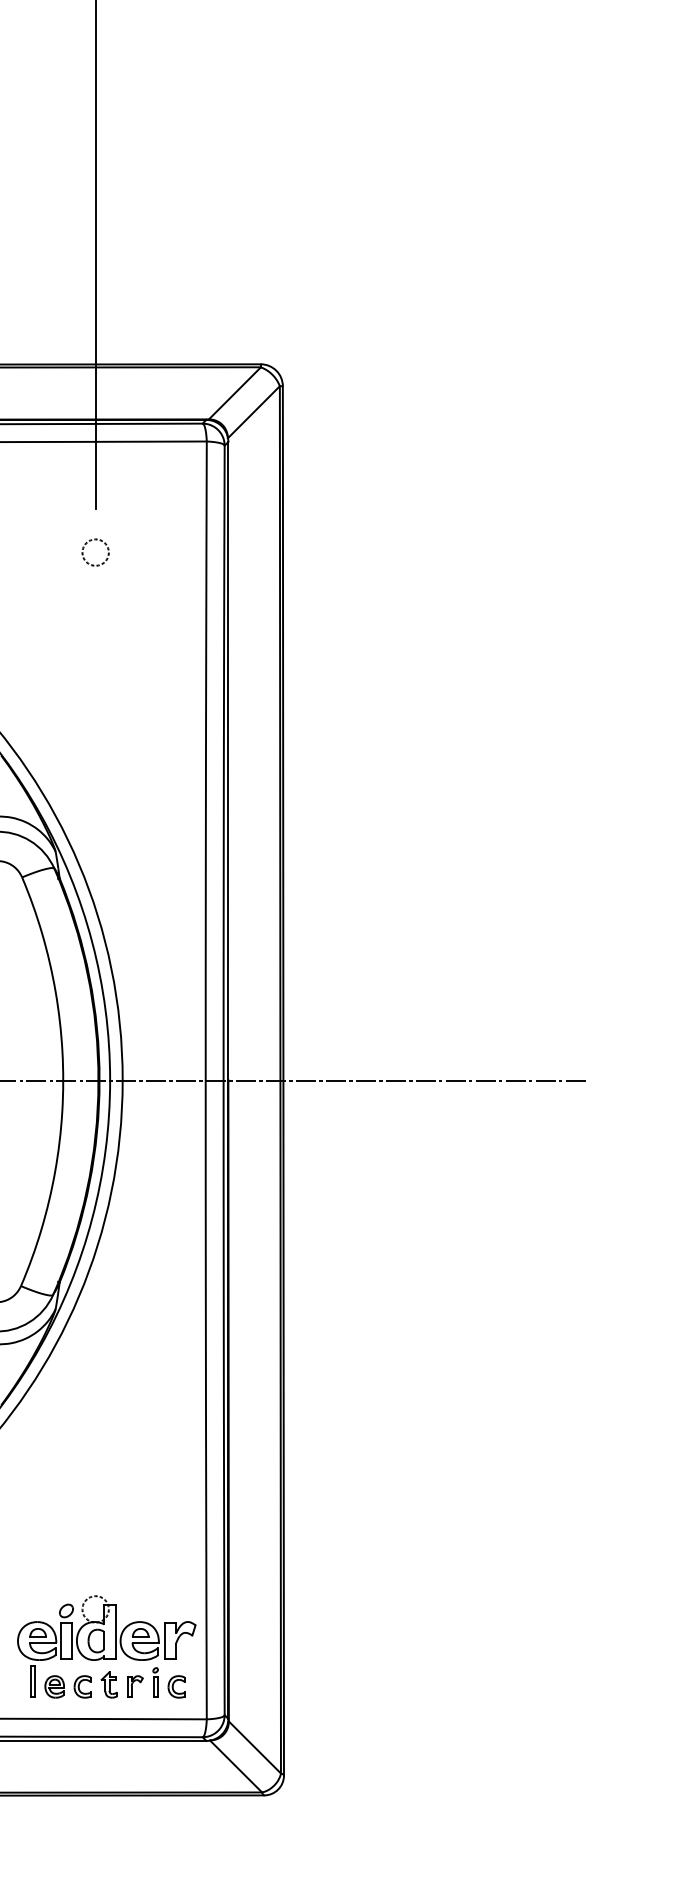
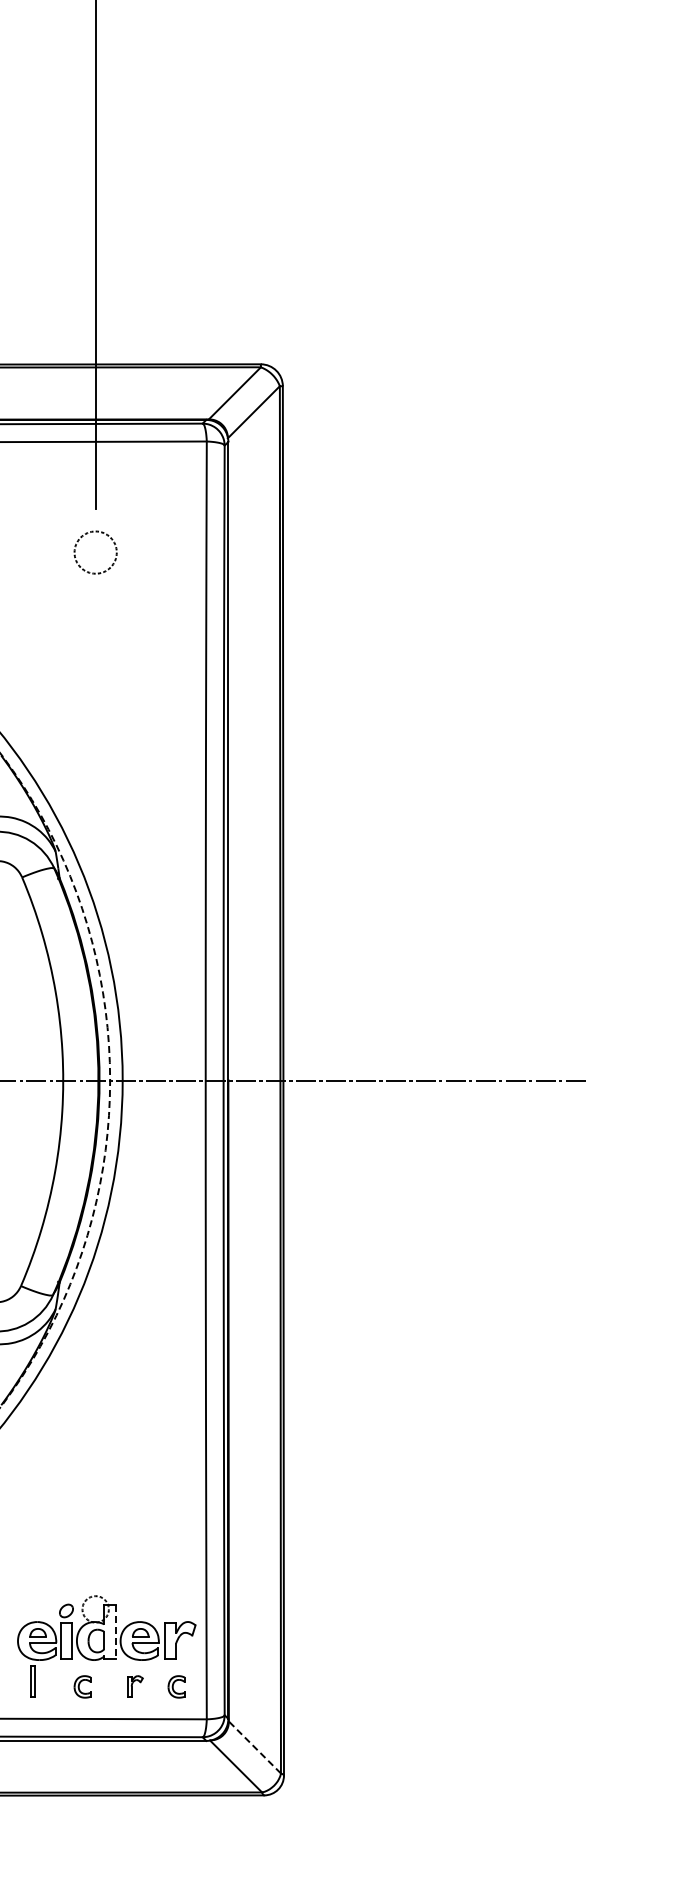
circle at (95, 552) diameter: 26 px -> 42 px
arc at (110, 1080): solid -> dashed
line at (115, 1632): solid -> dashed
part at (155, 1682): present -> none
part at (108, 1684): present -> none
part at (54, 1686): present -> none
line at (254, 1747): solid -> dashed
